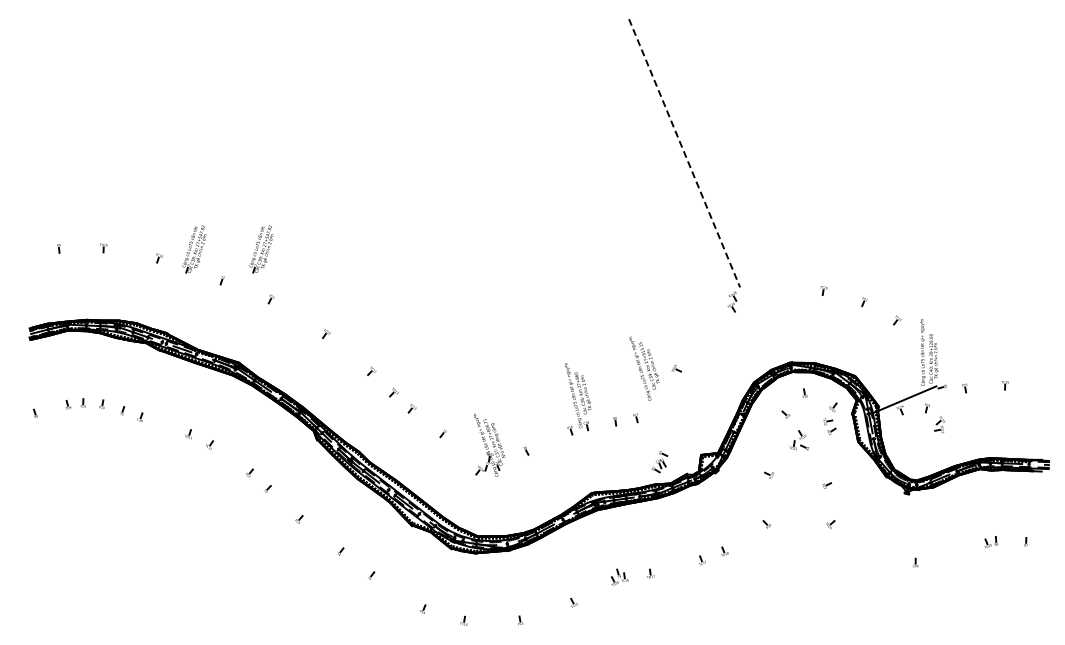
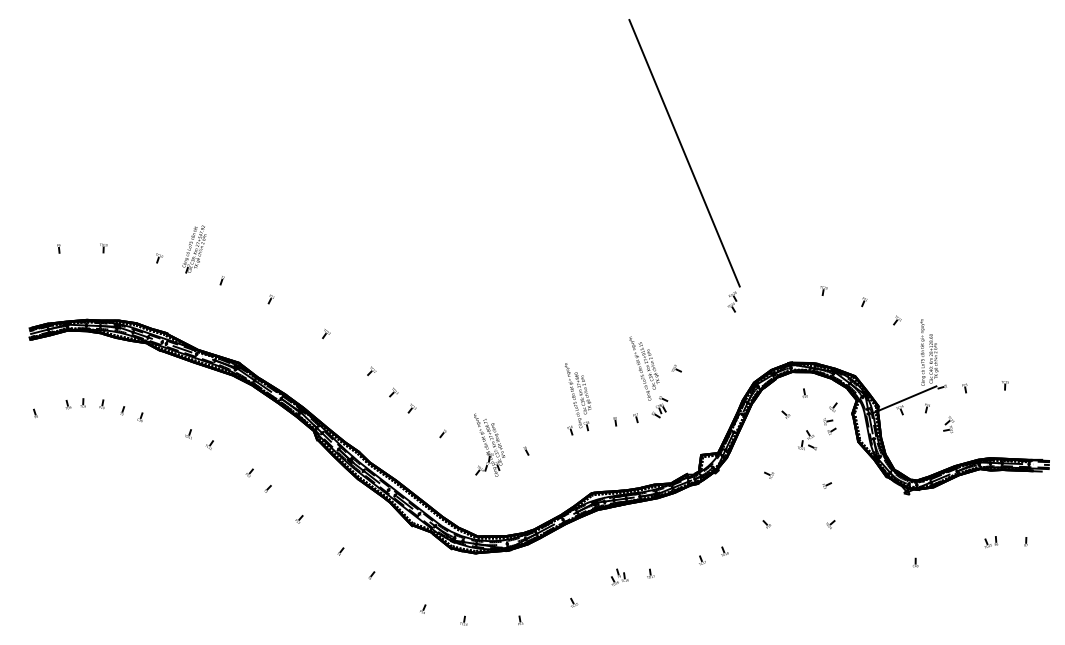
line at (684, 153): dashed -> solid
part at (261, 249): present -> none
part at (939, 424) position: (939, 424) -> (948, 424)
part at (799, 440) position: (799, 440) -> (807, 440)
part at (659, 462) position: (659, 462) -> (659, 407)
